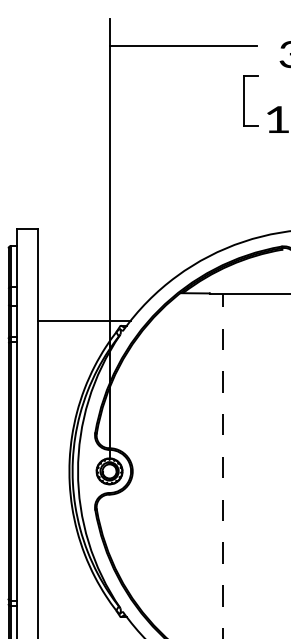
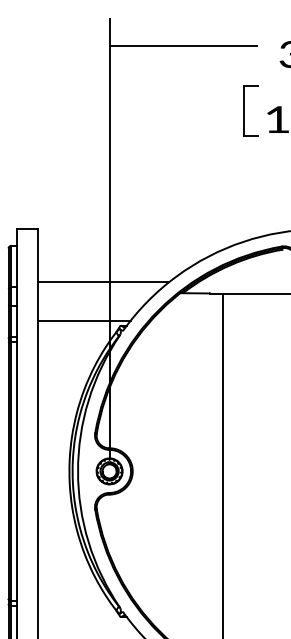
part at (250, 100) position: (250, 100) -> (250, 110)
line at (103, 281): none -> present
line at (223, 465): dashed -> solid
